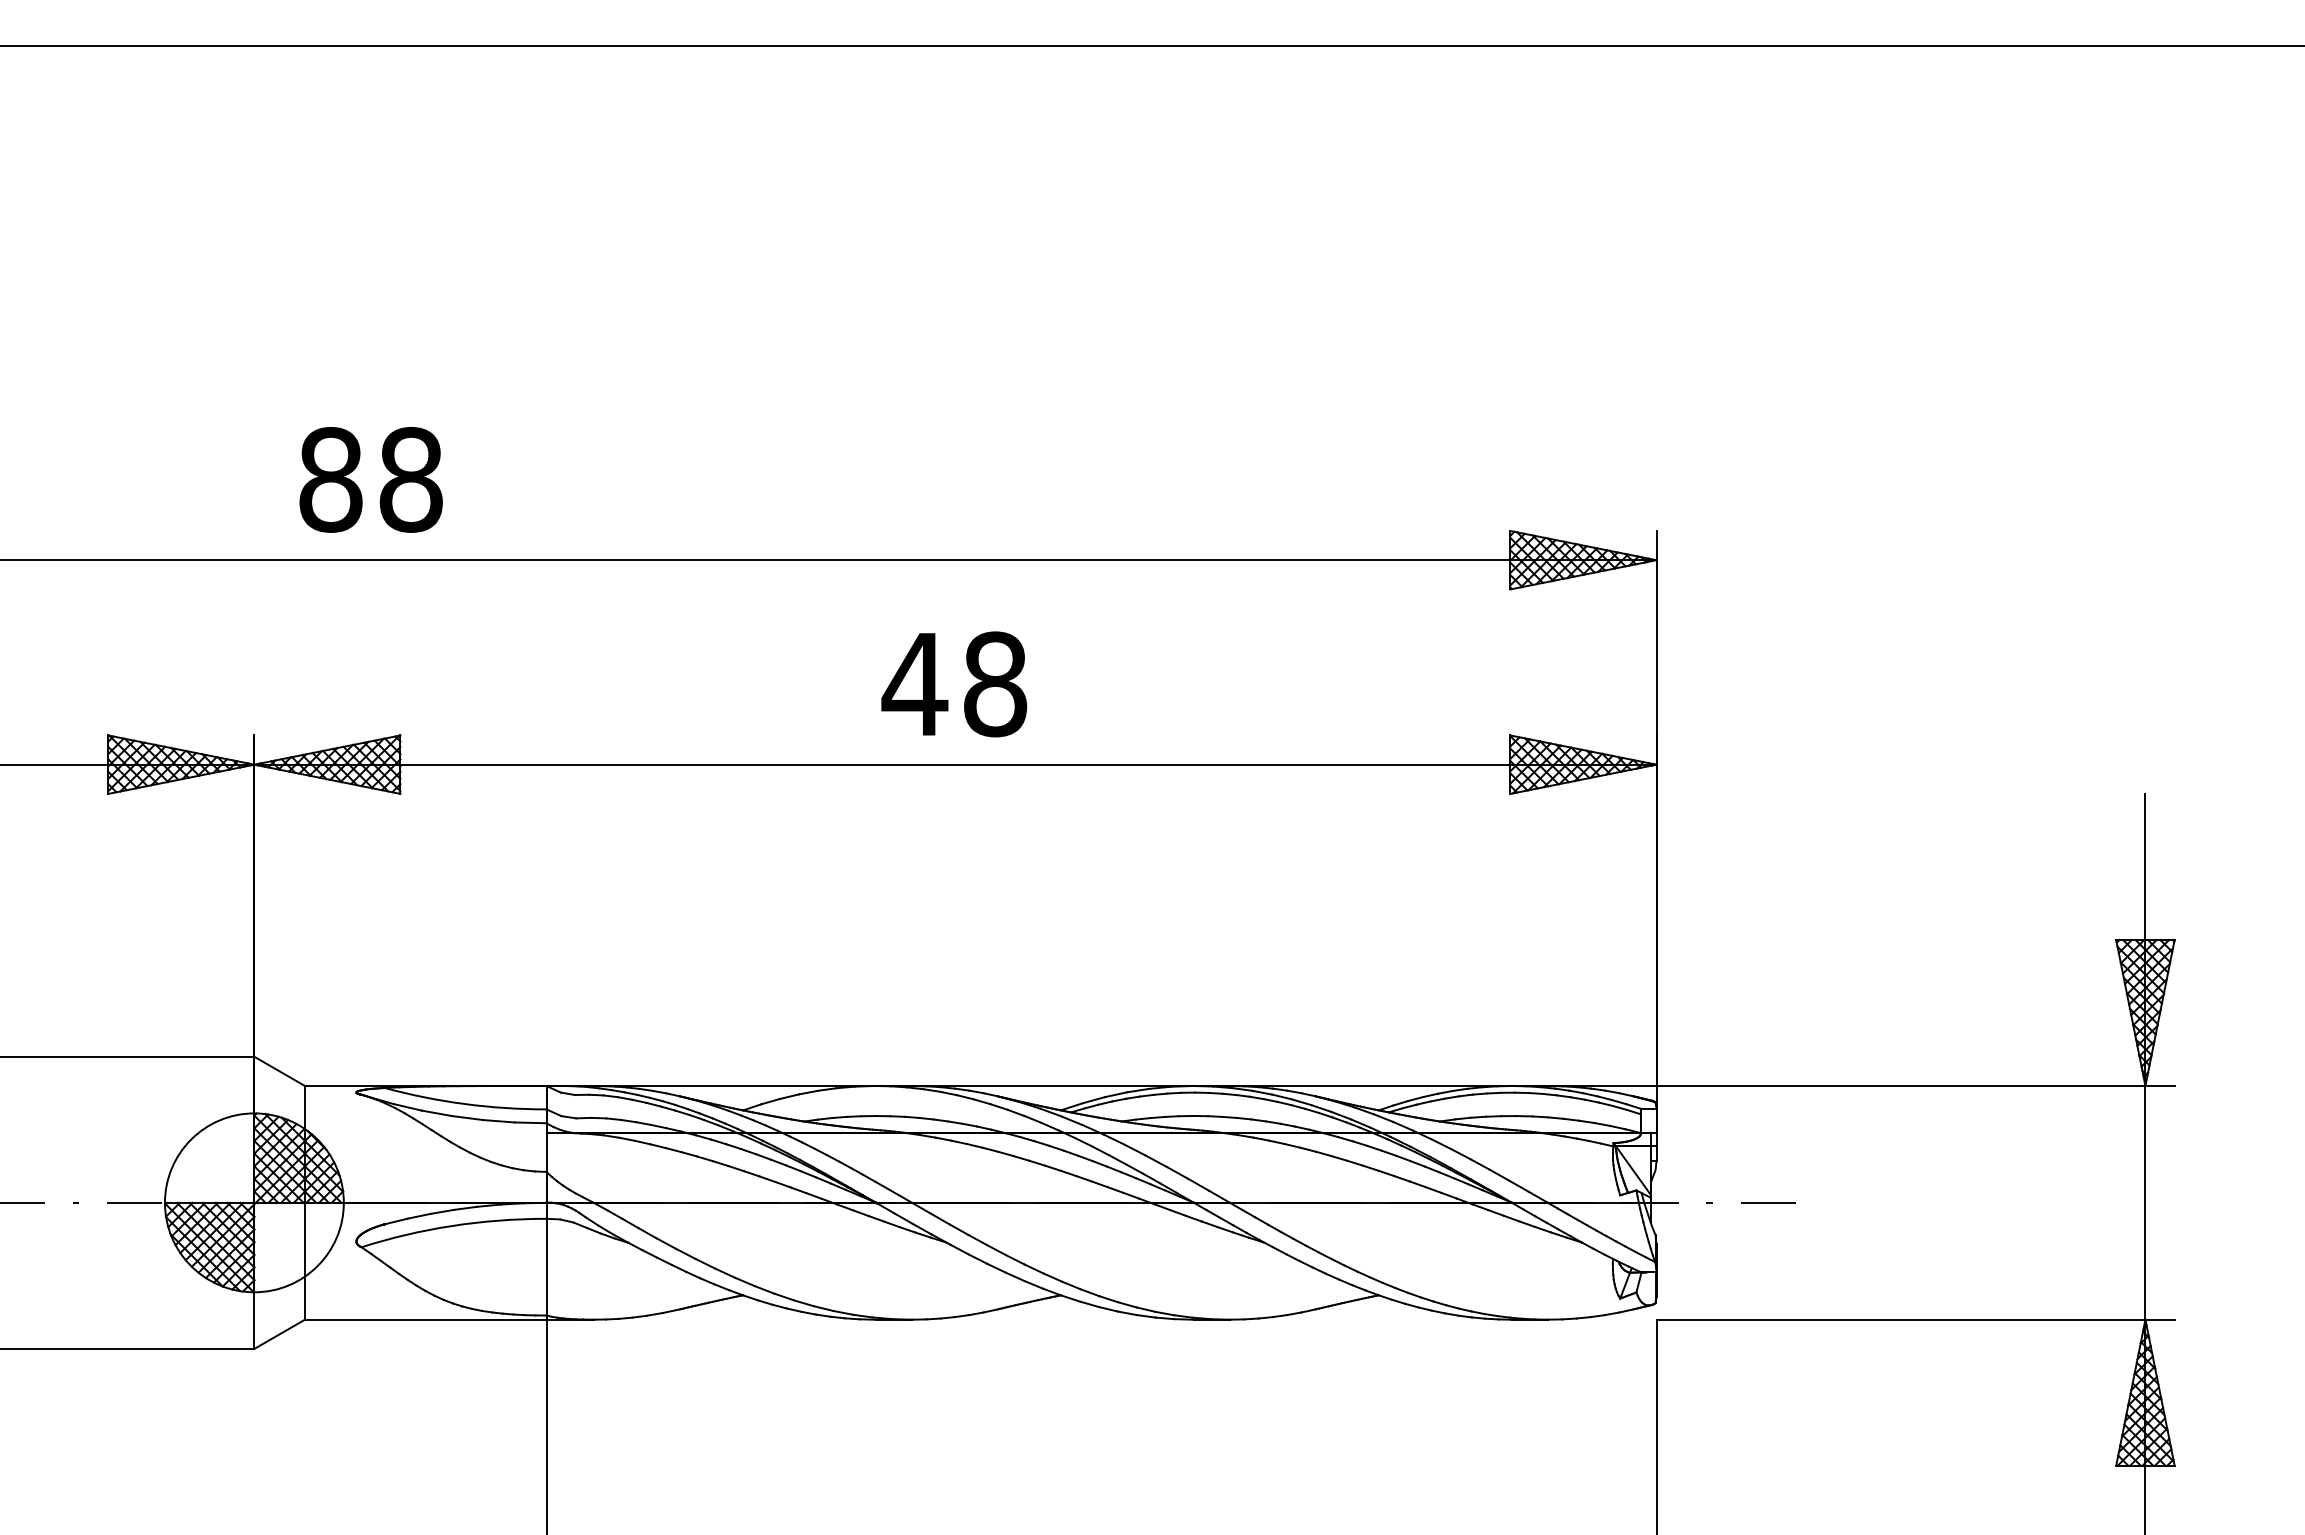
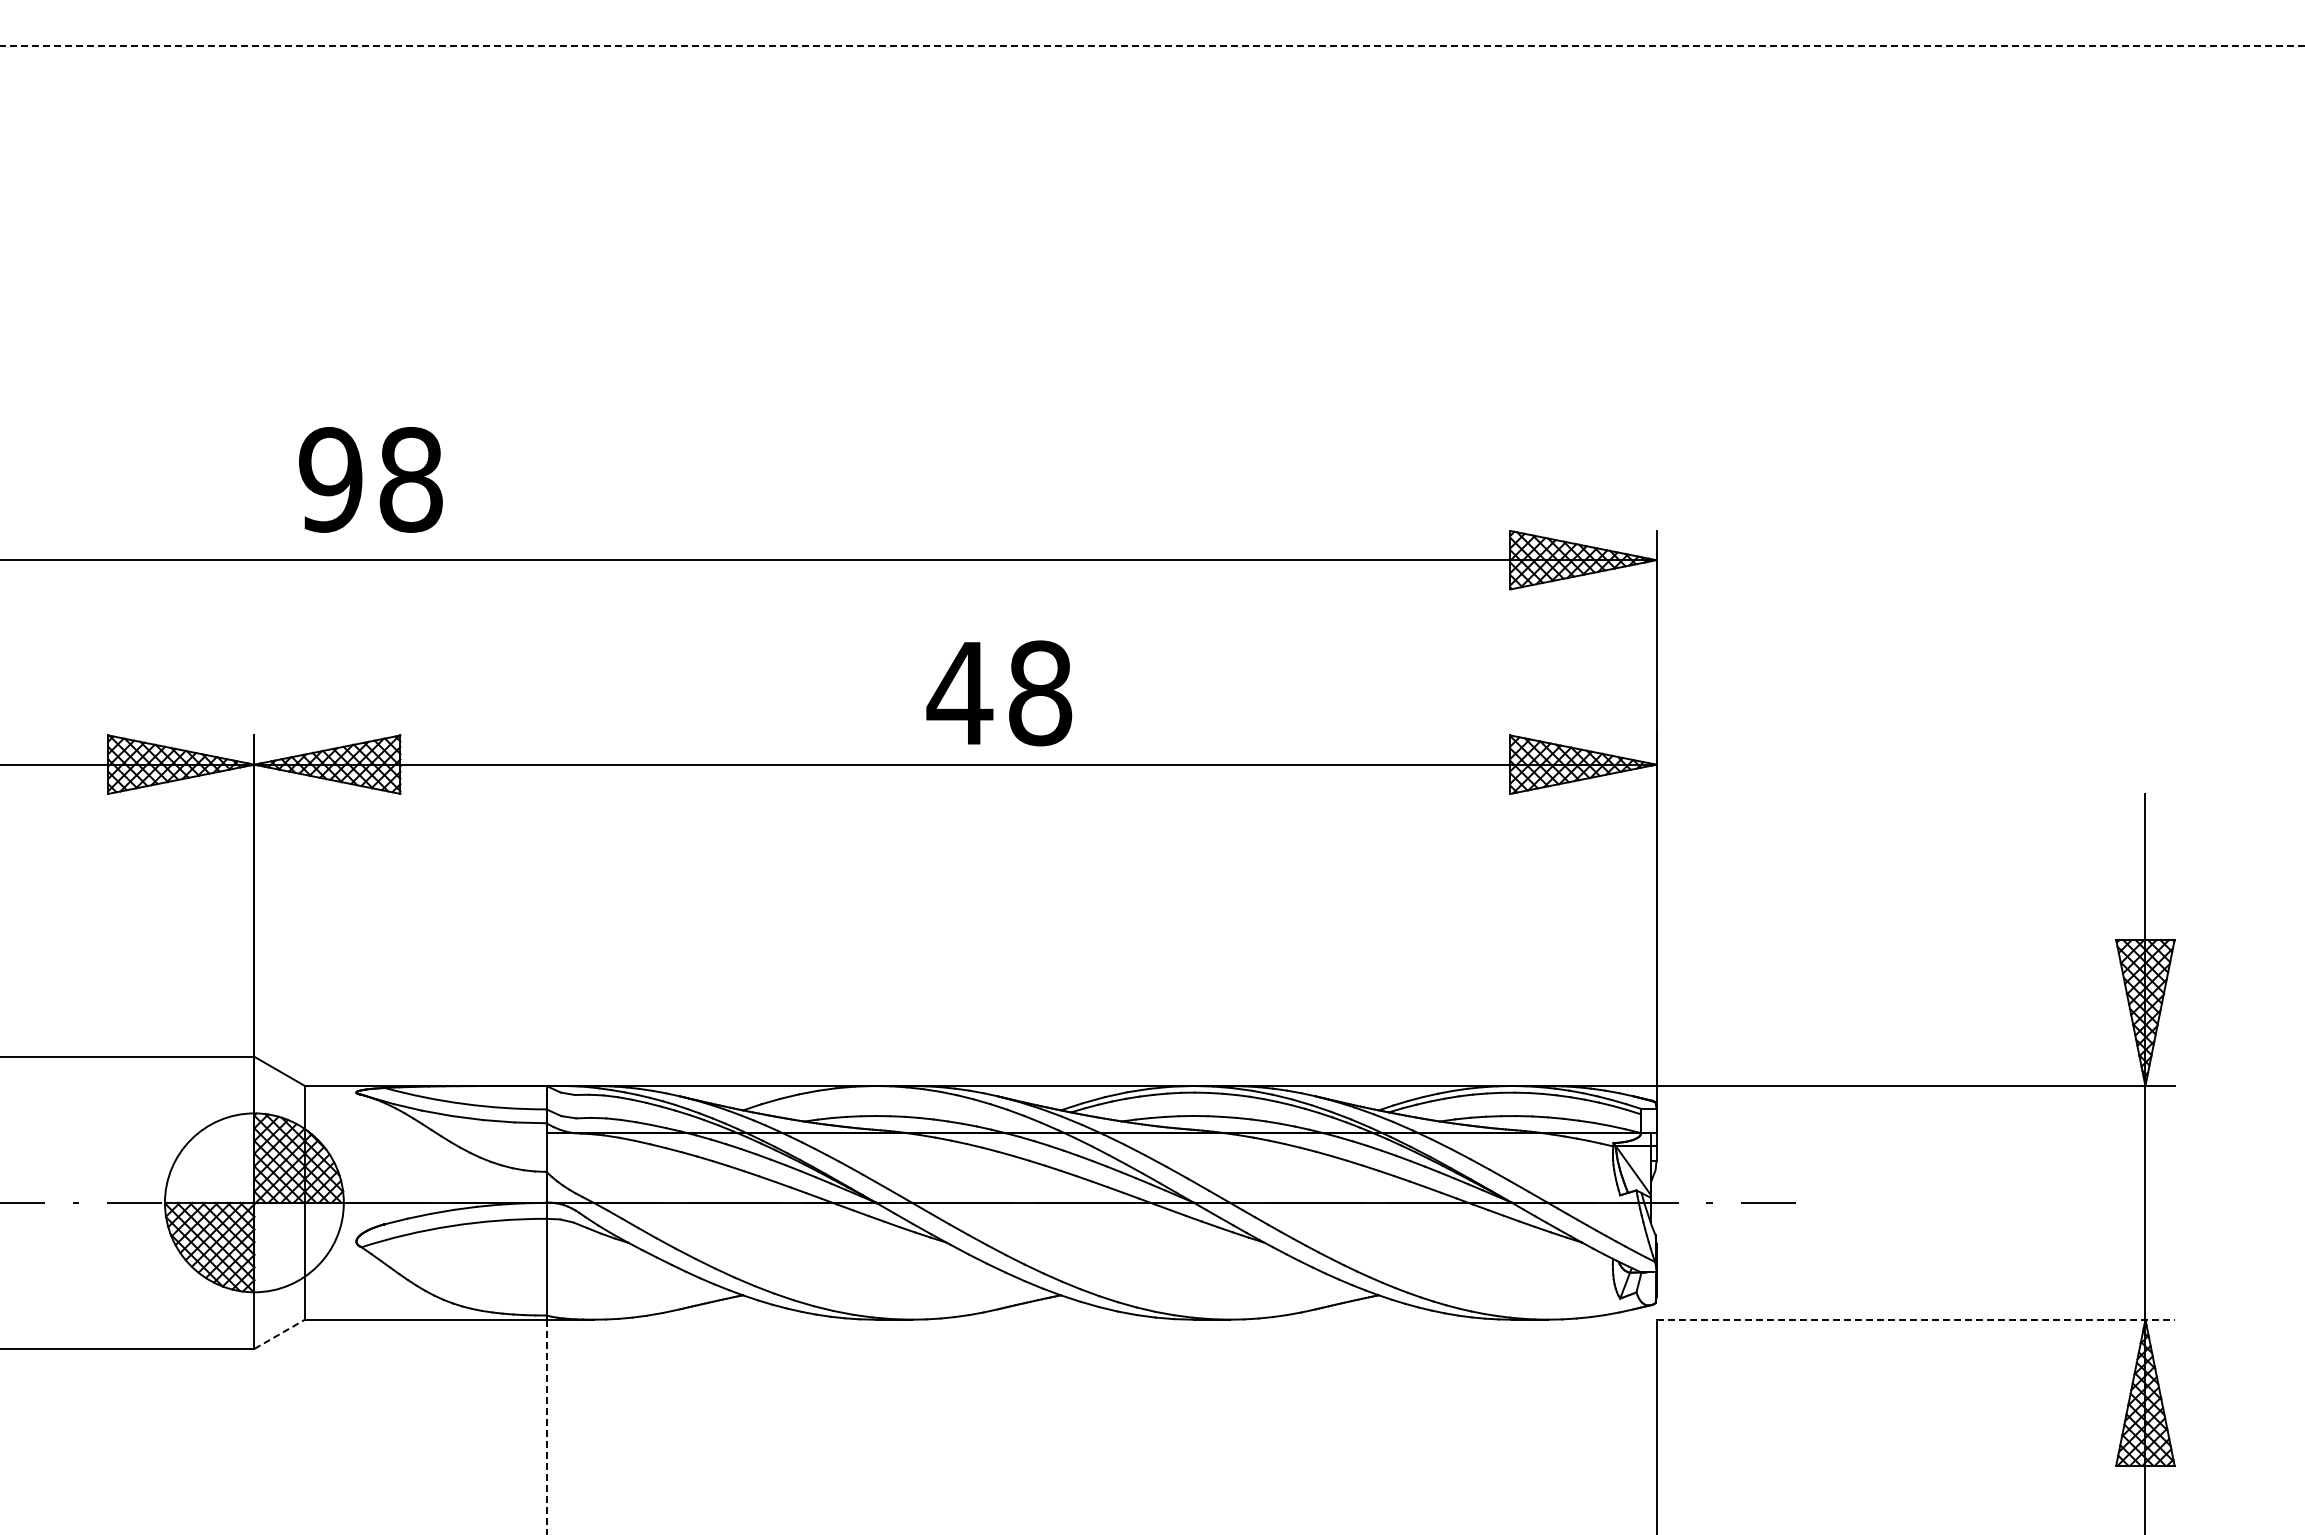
line at (1152, 46): solid -> dashed
text at (330, 479): 88 -> 98
text at (954, 684) position: (954, 684) -> (999, 693)
line at (1916, 1319): solid -> dashed
line at (280, 1334): solid -> dashed
line at (546, 1427): solid -> dashed
